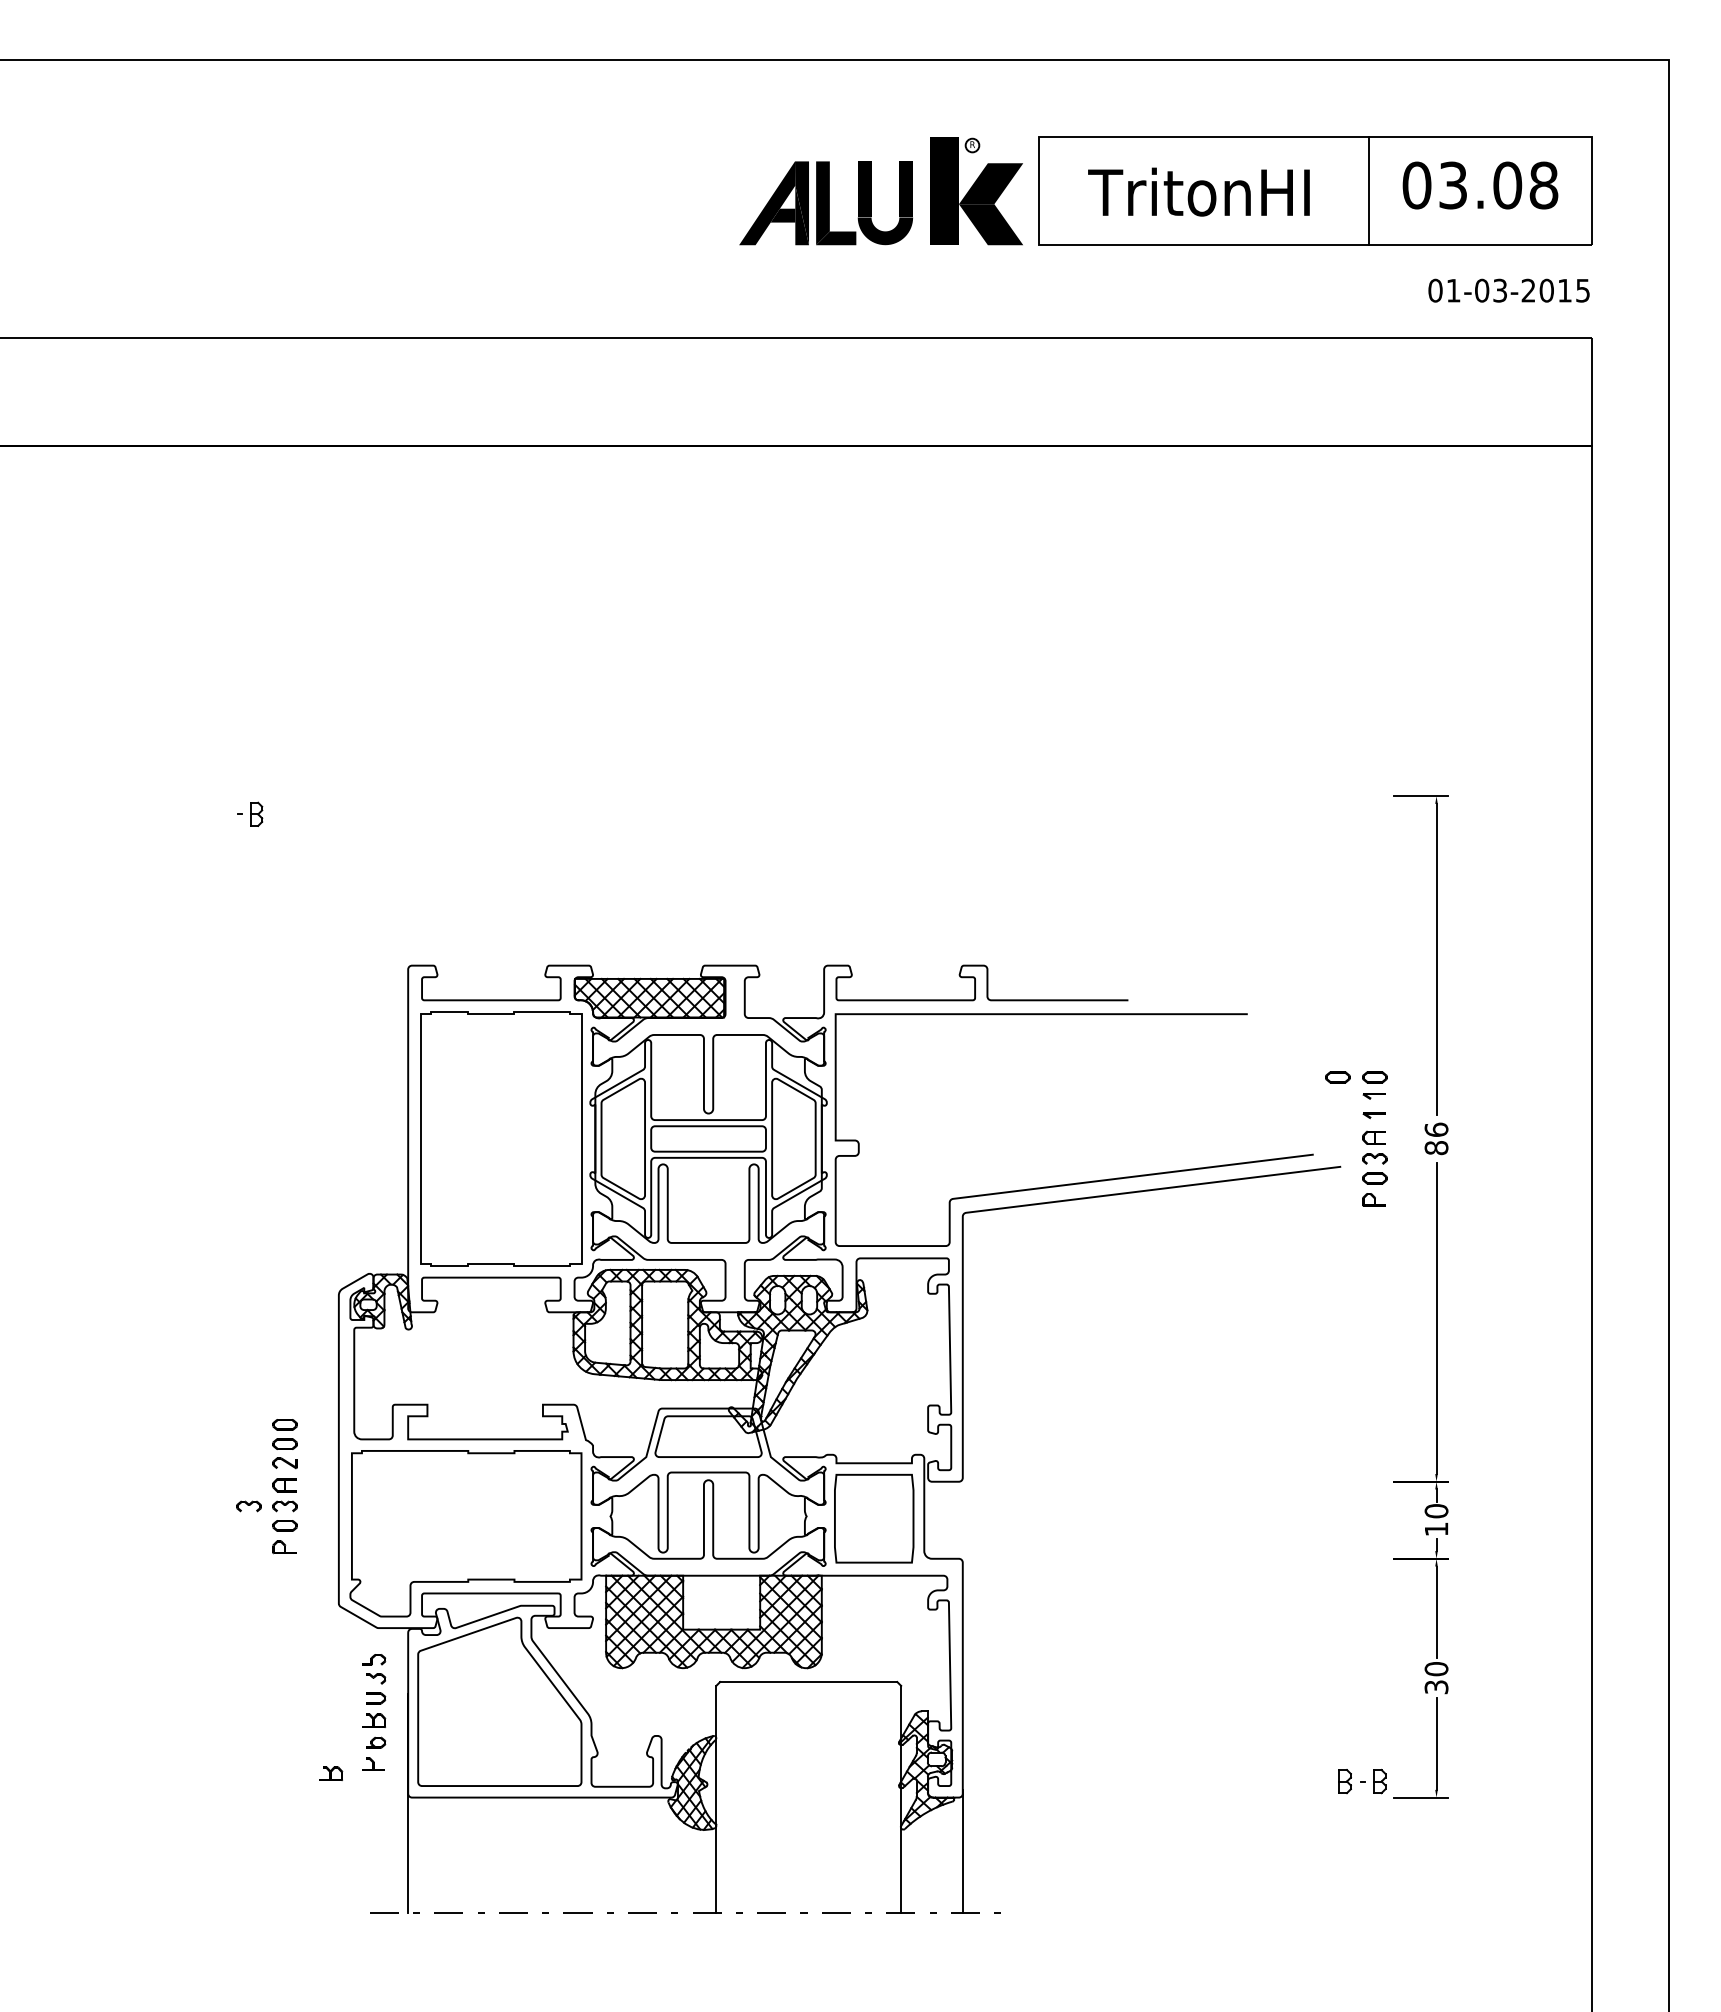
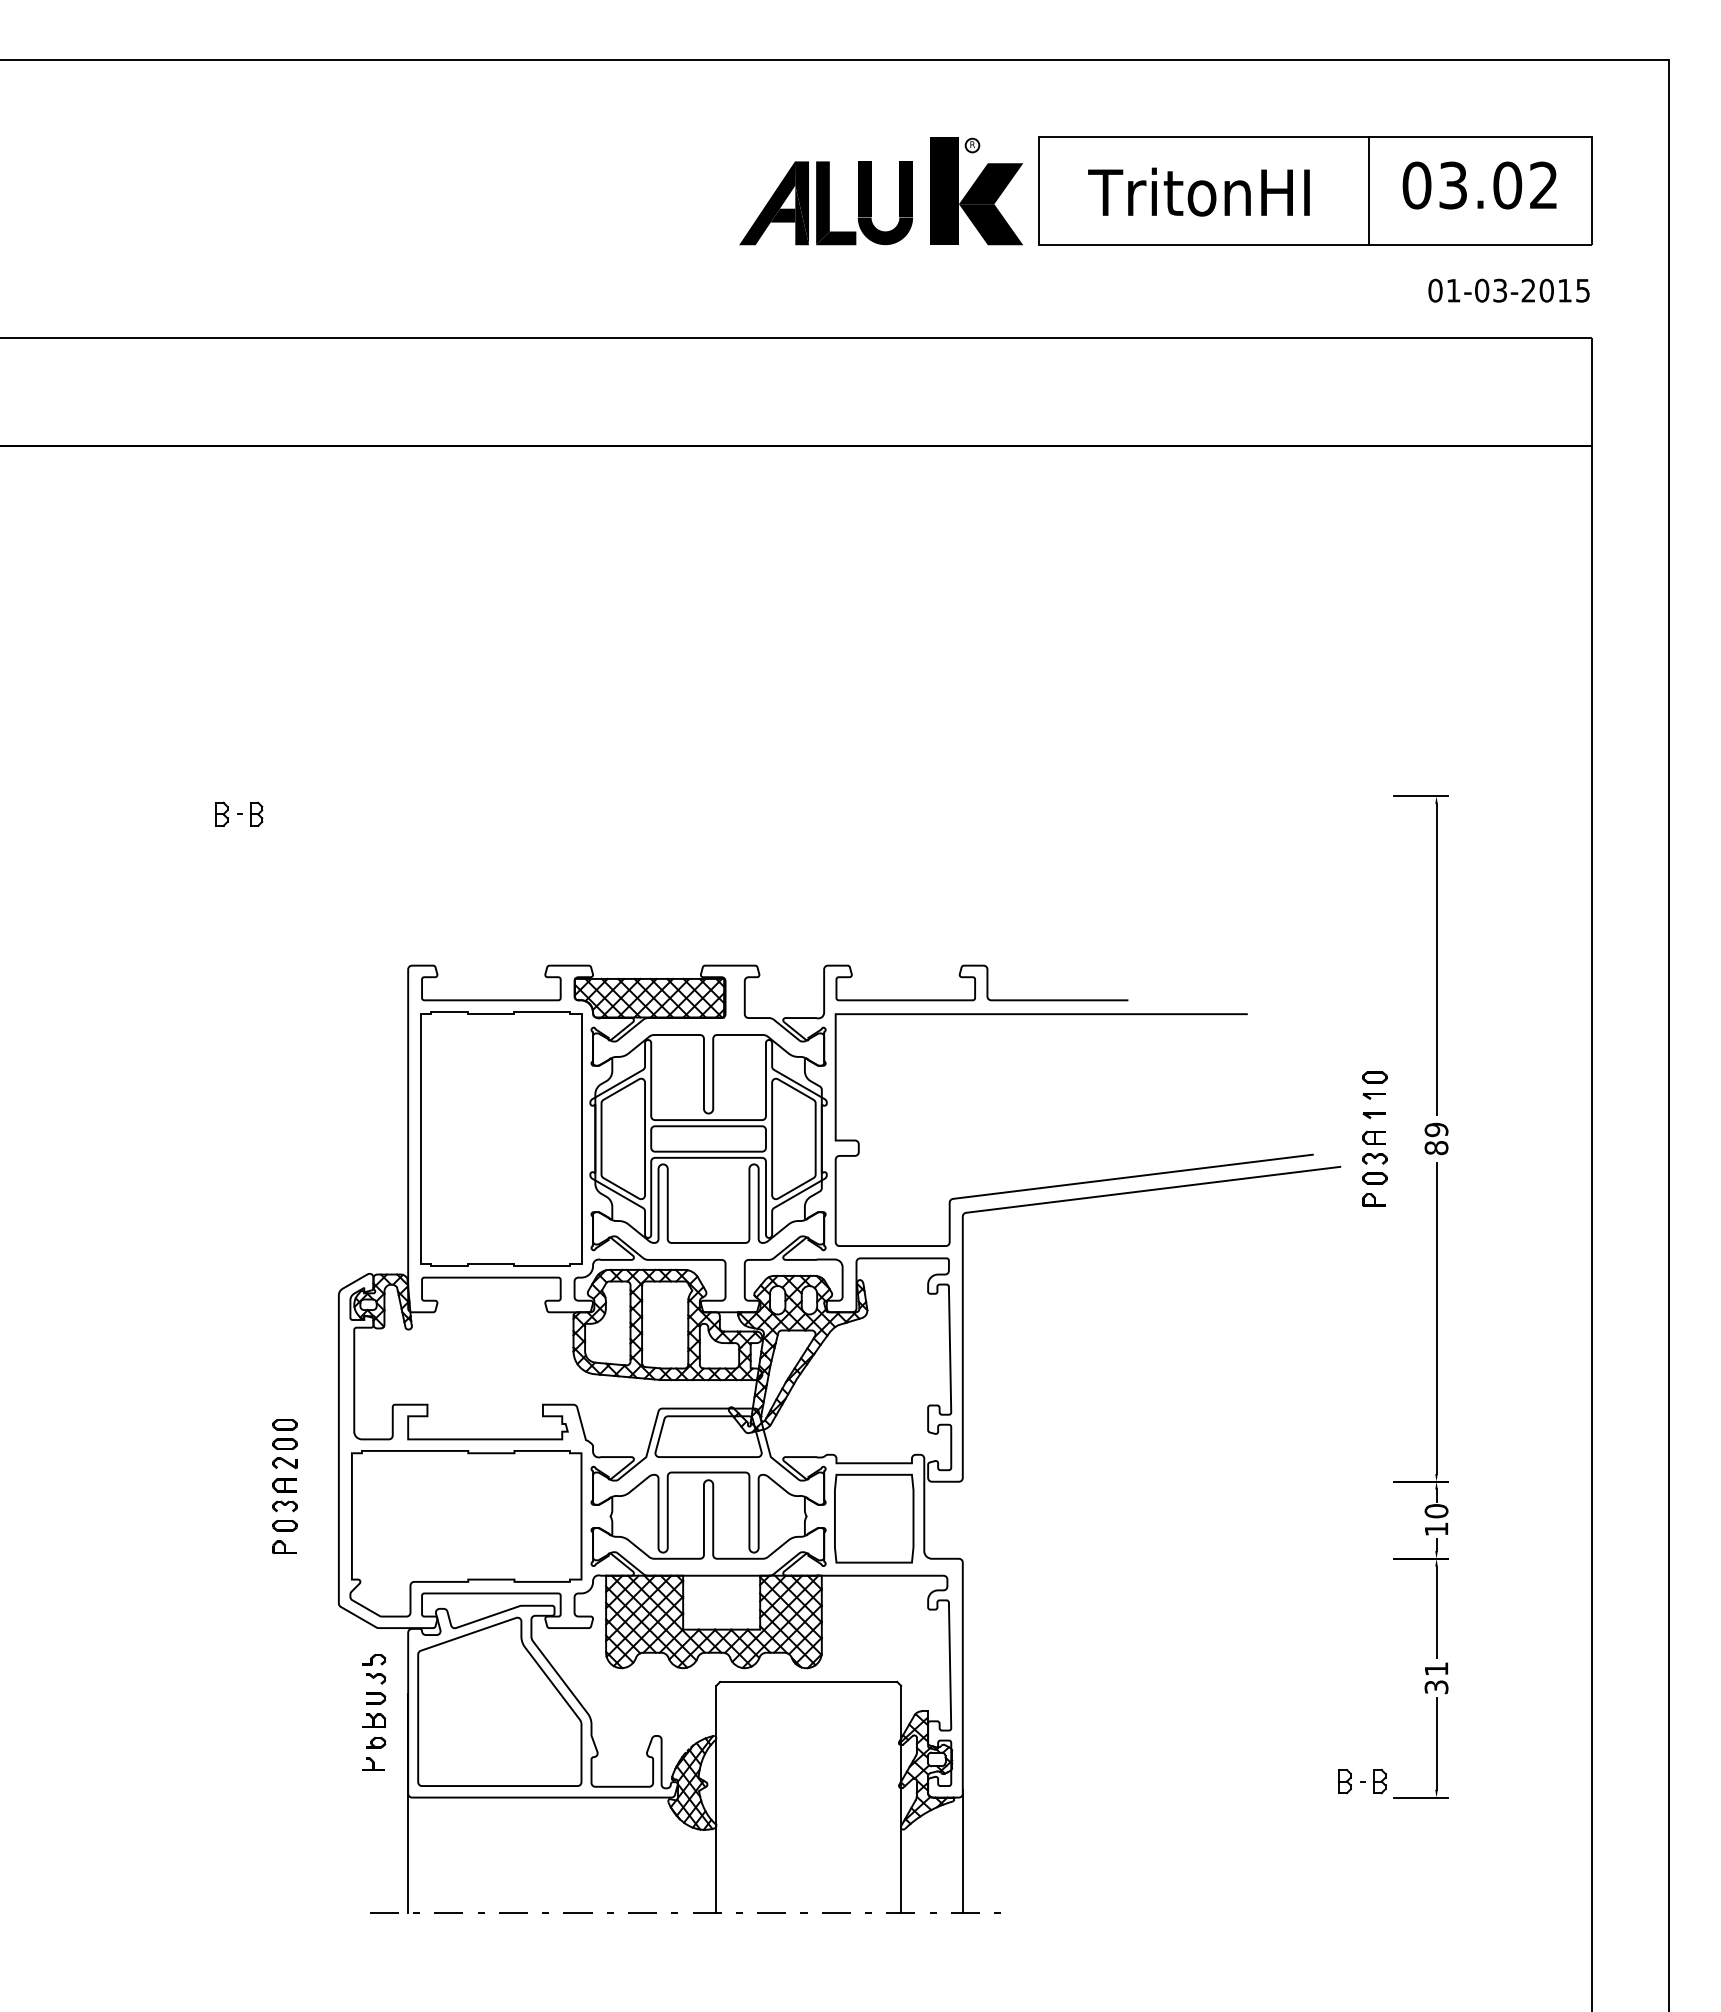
text at (1543, 185): 03.08 -> 03.02
part at (221, 813): none -> present
part at (1337, 1077): present -> none
text at (1436, 1129): 86 -> 89
part at (248, 1506): present -> none
text at (1436, 1669): 30 -> 31
part at (331, 1773): present -> none
